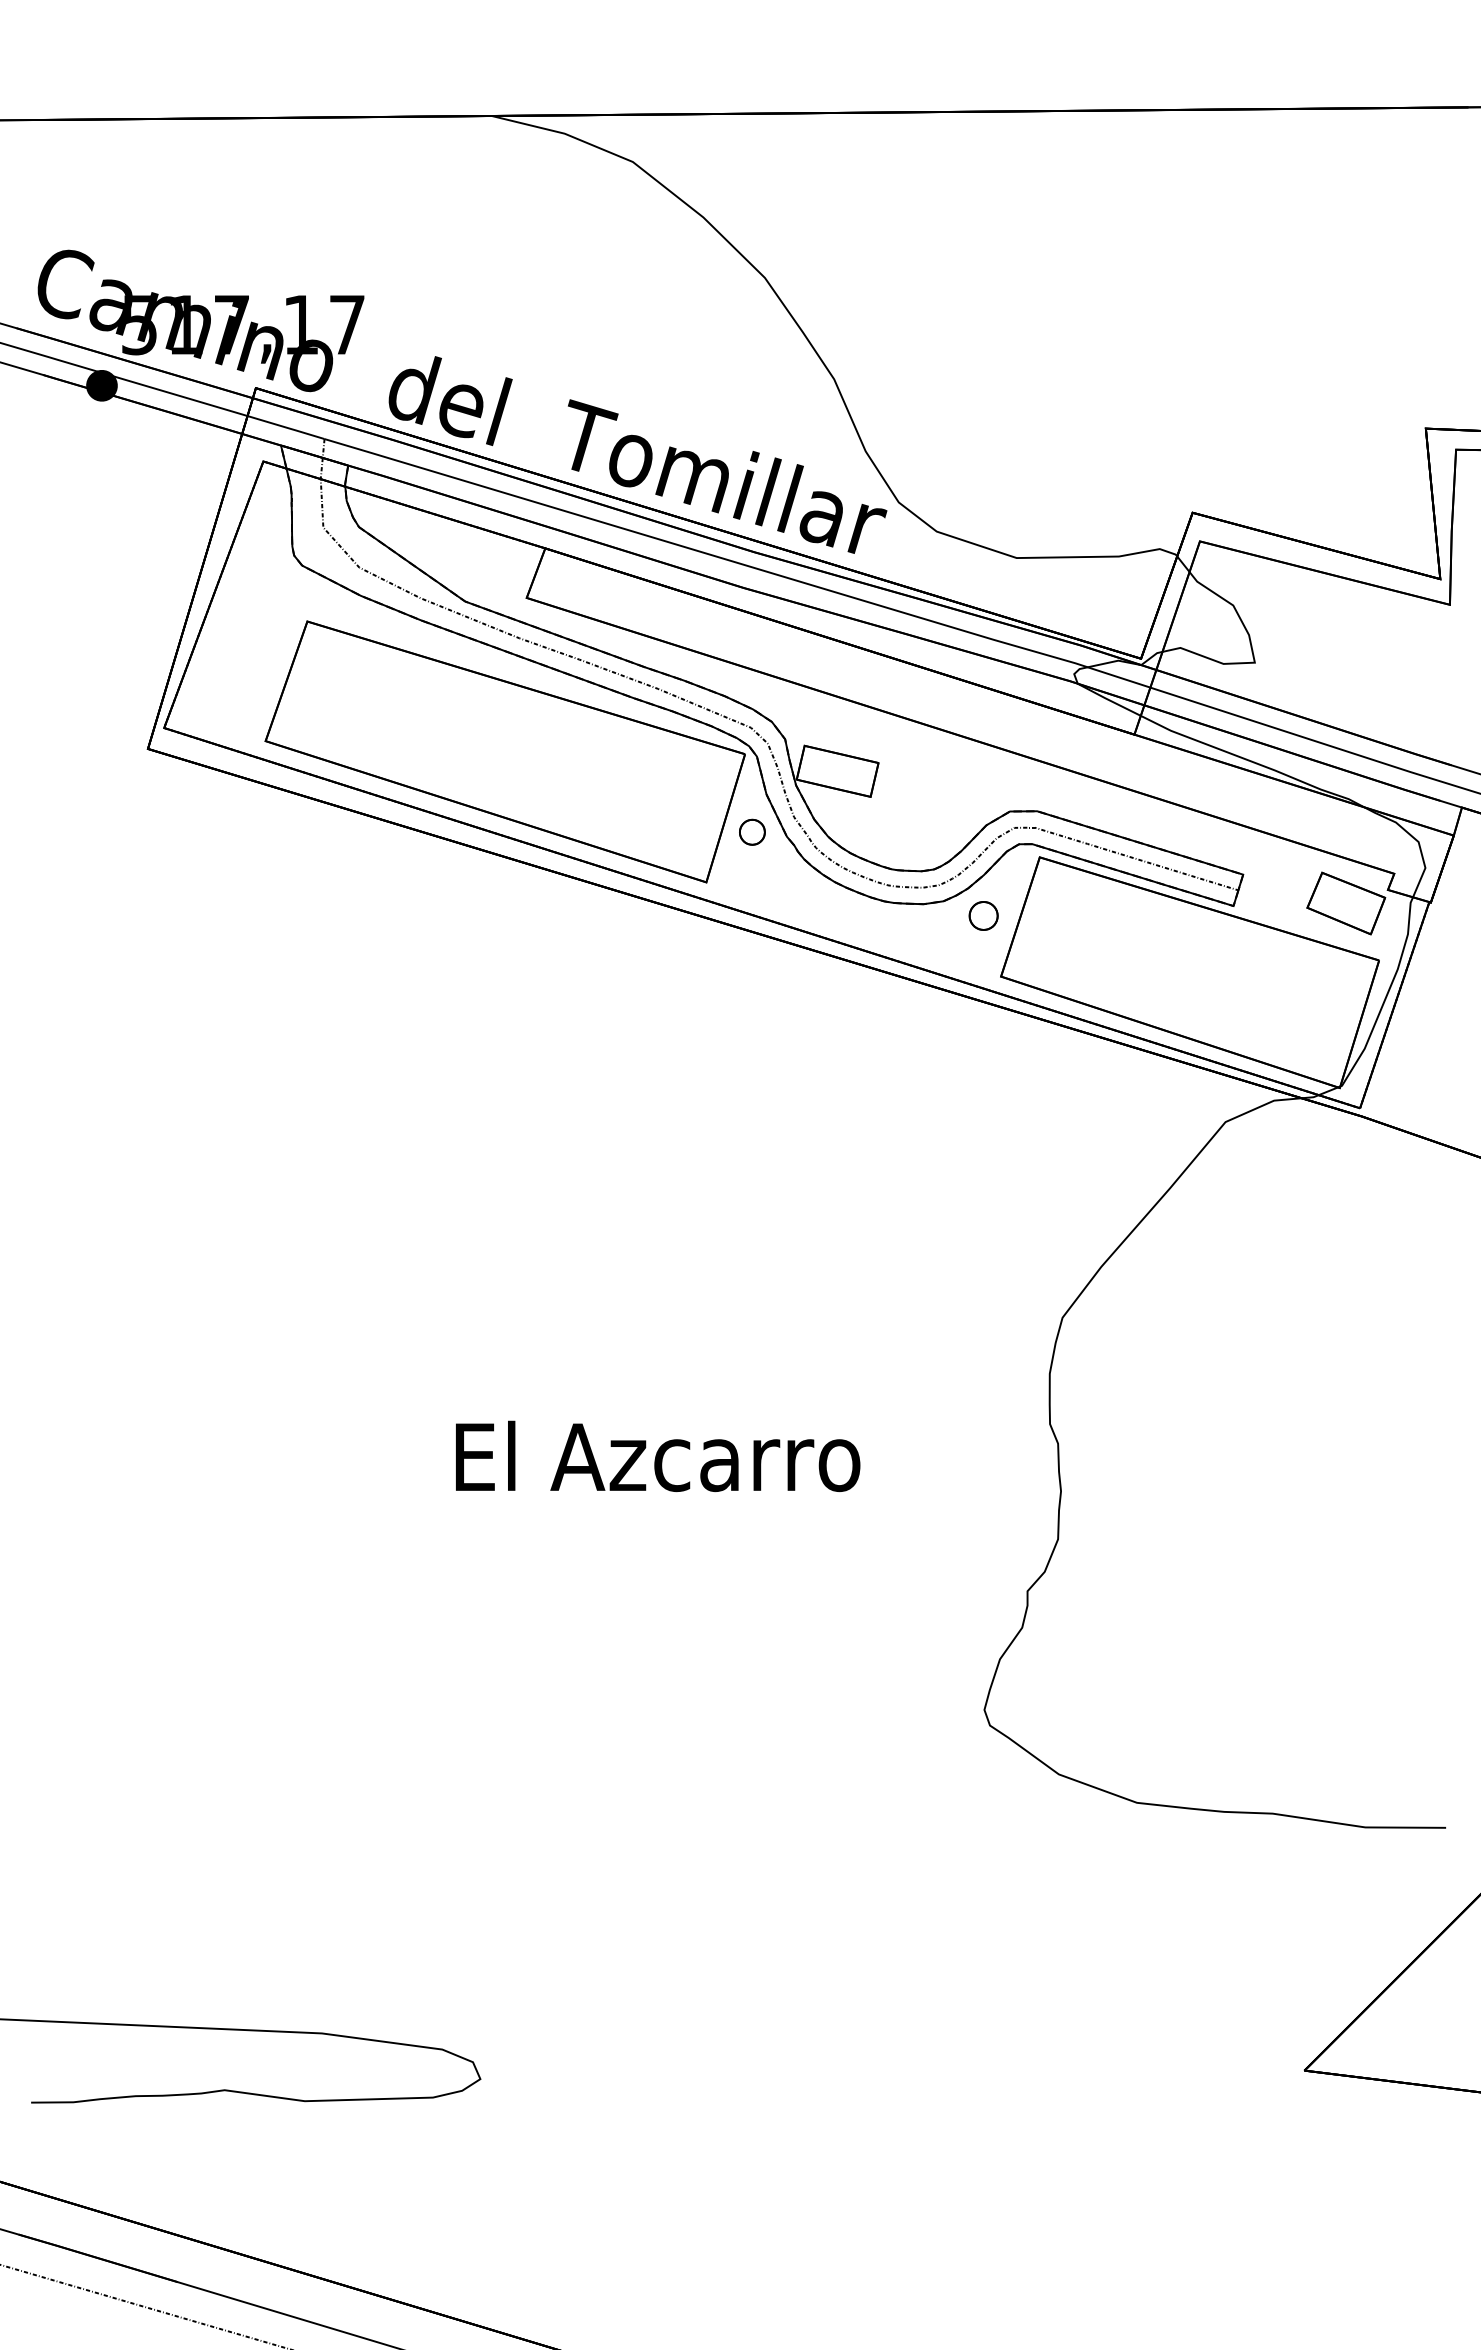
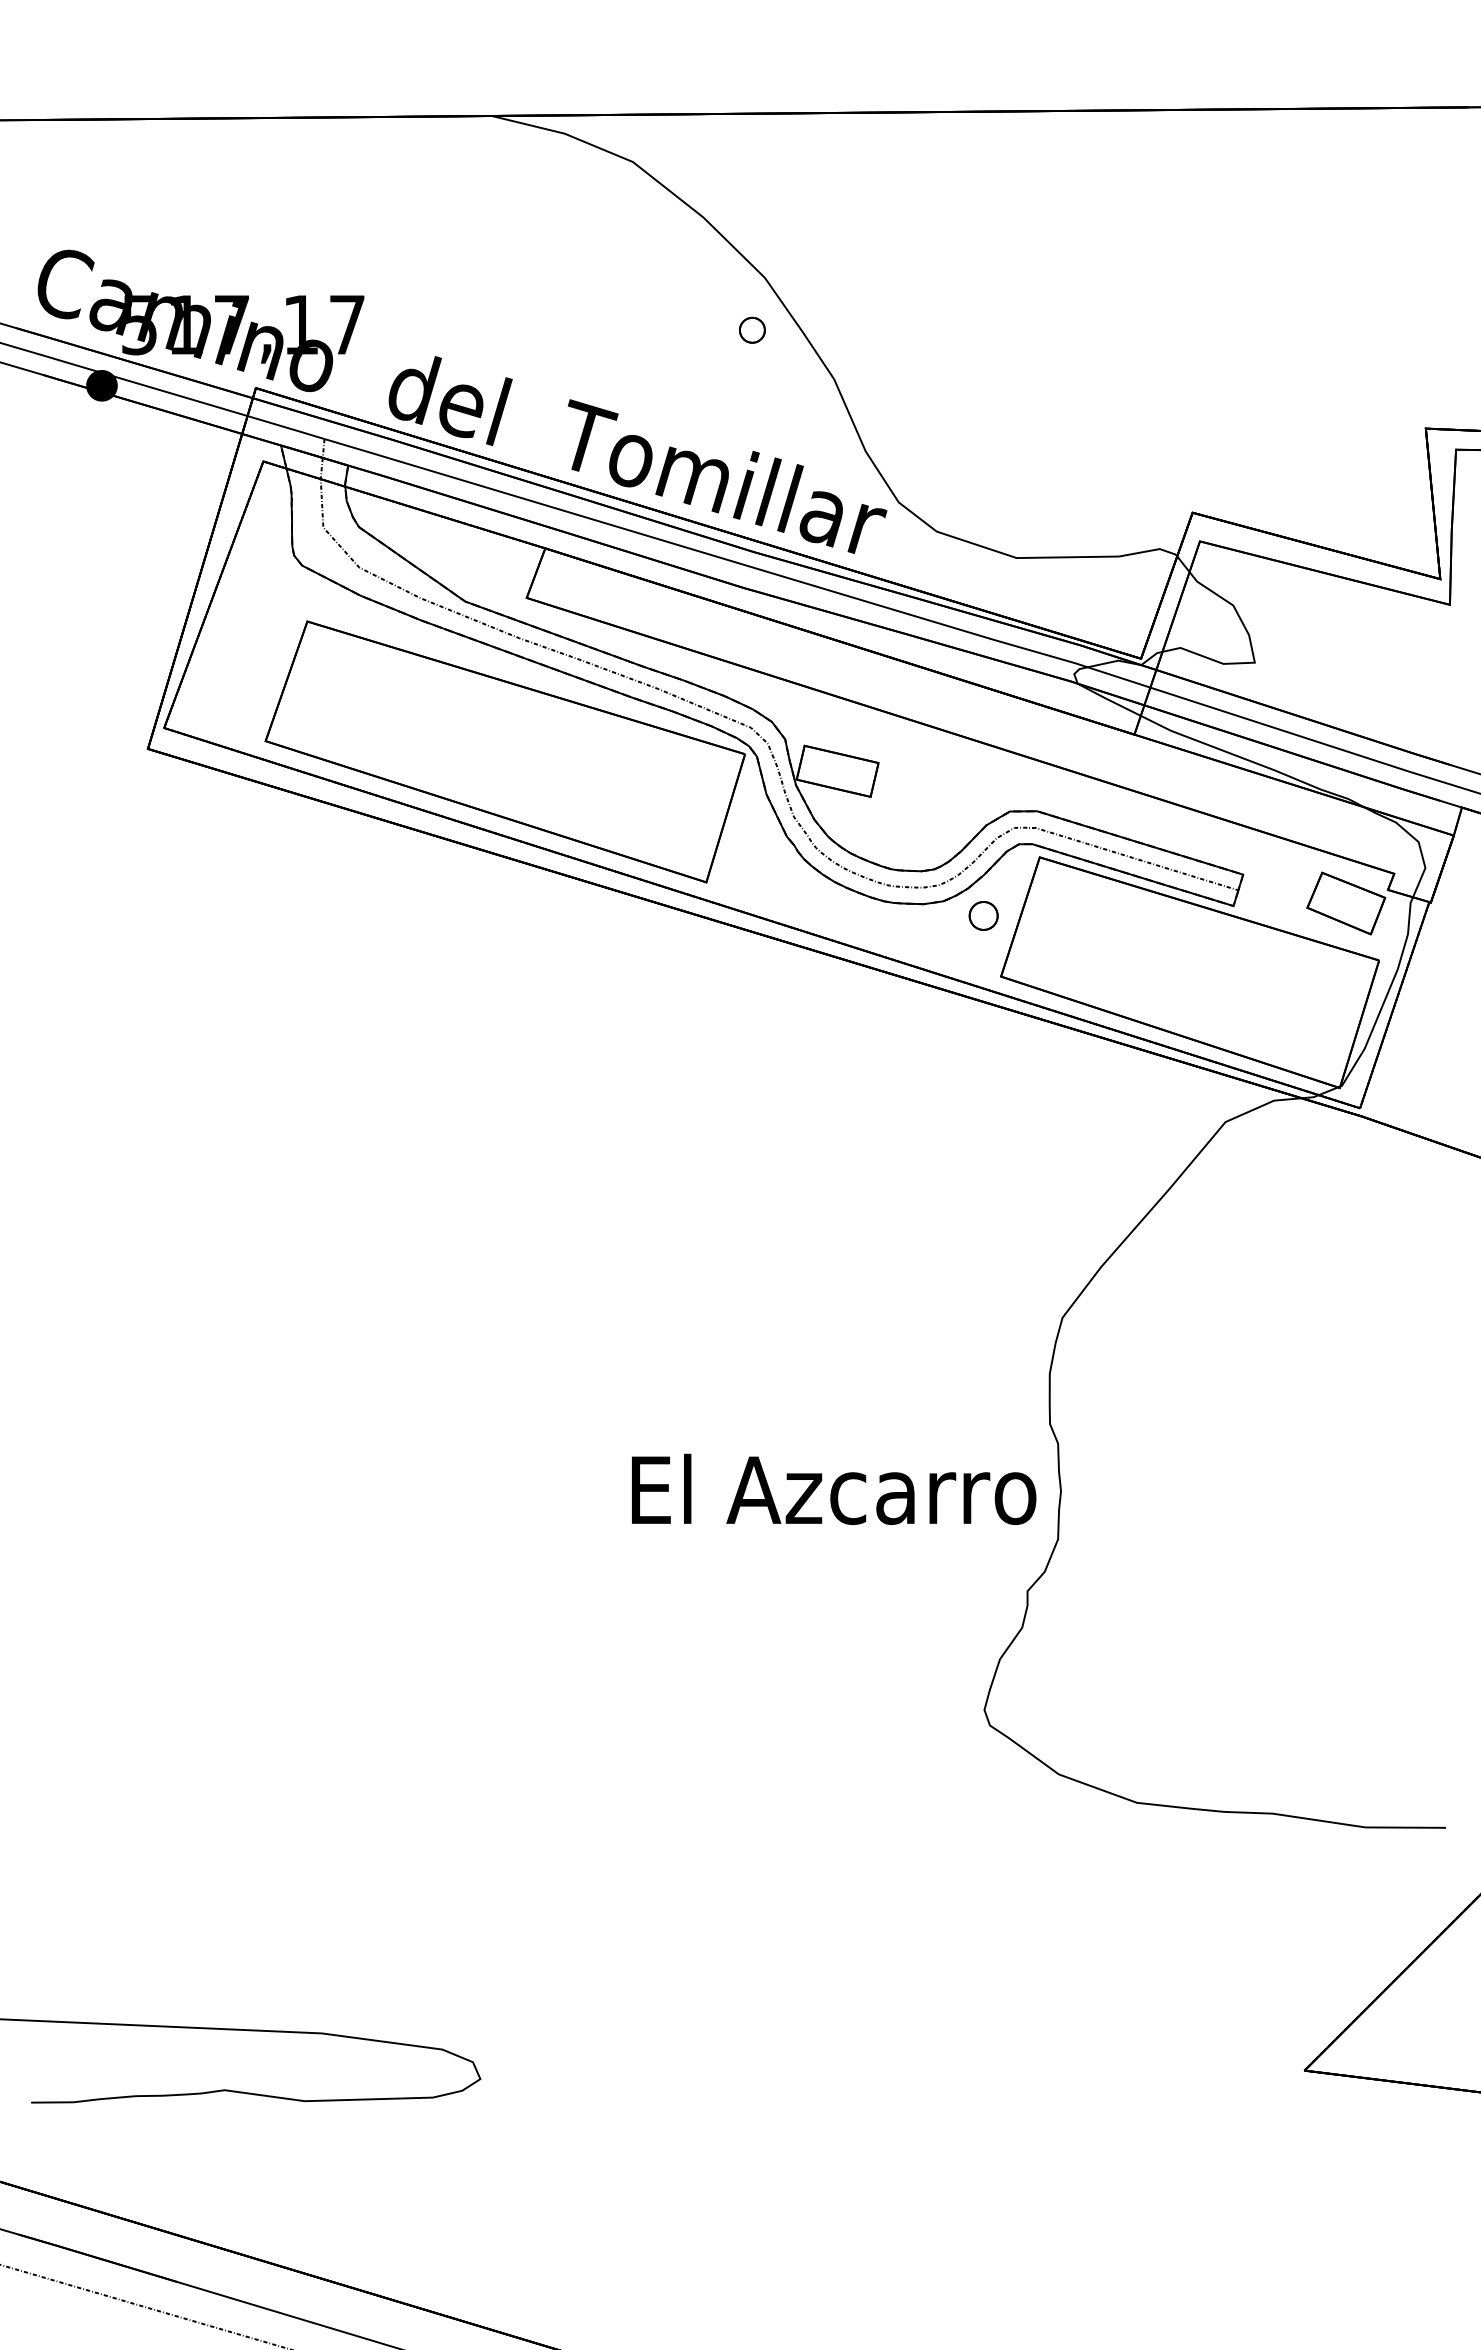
part at (752, 831) position: (752, 831) -> (752, 329)
text at (658, 1456) position: (658, 1456) -> (834, 1489)
